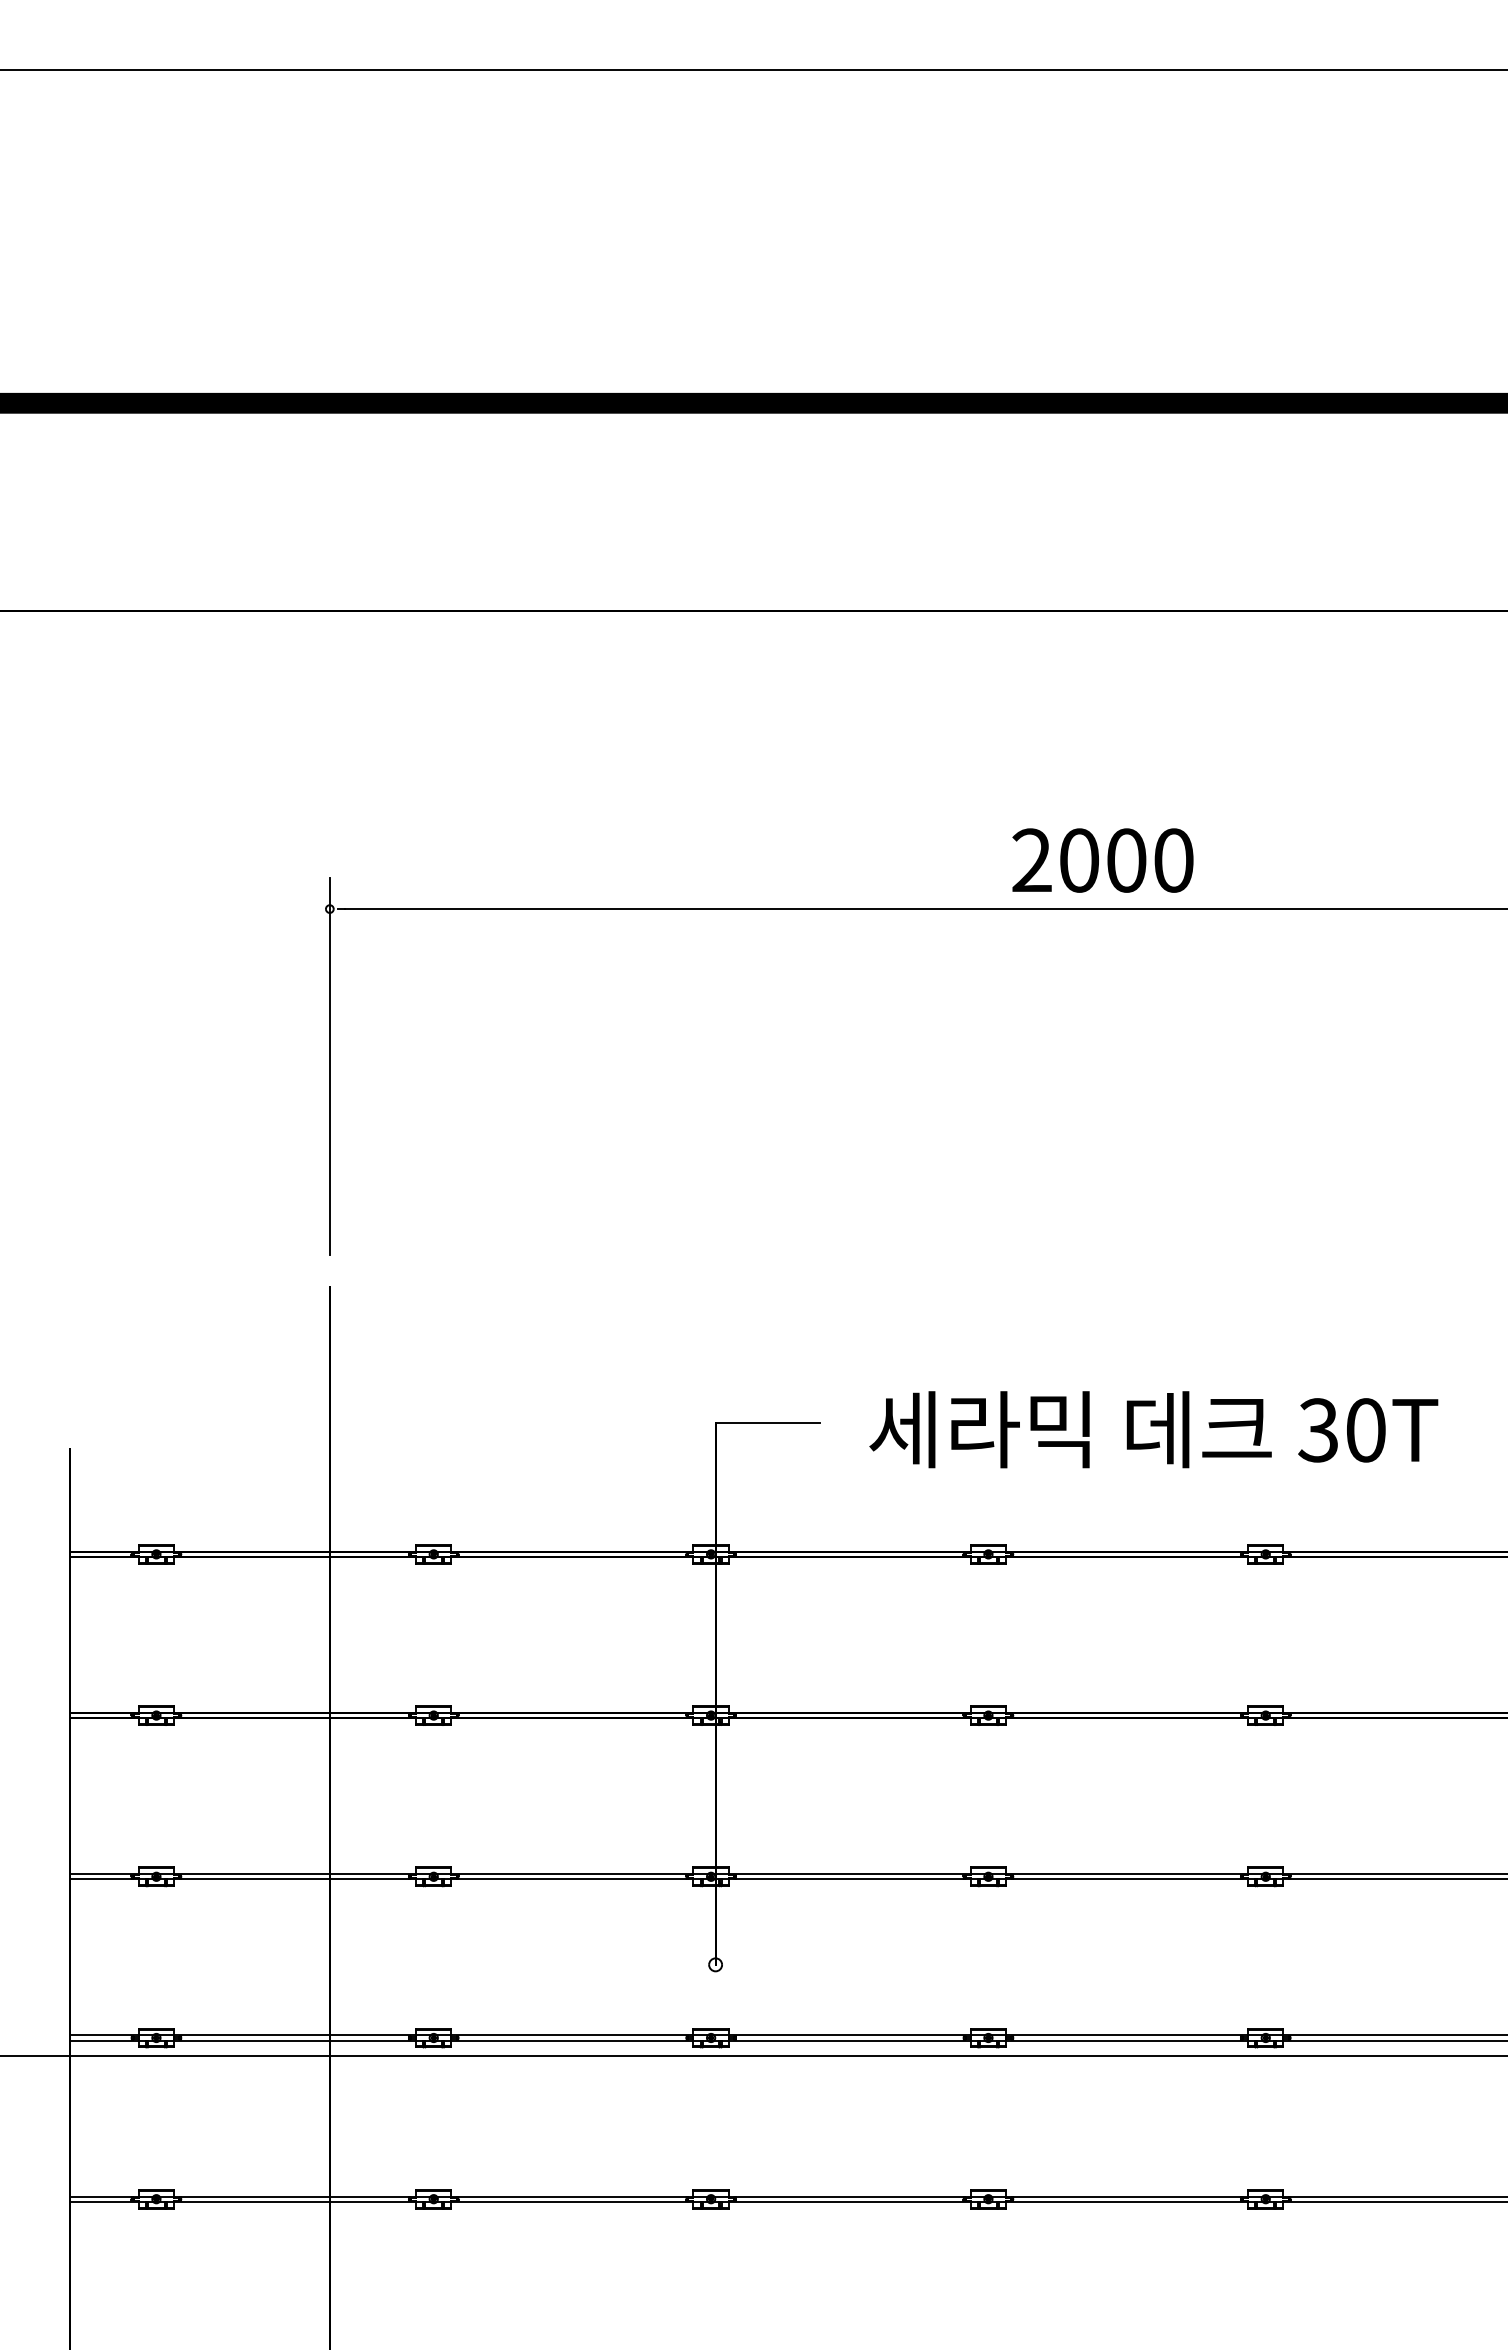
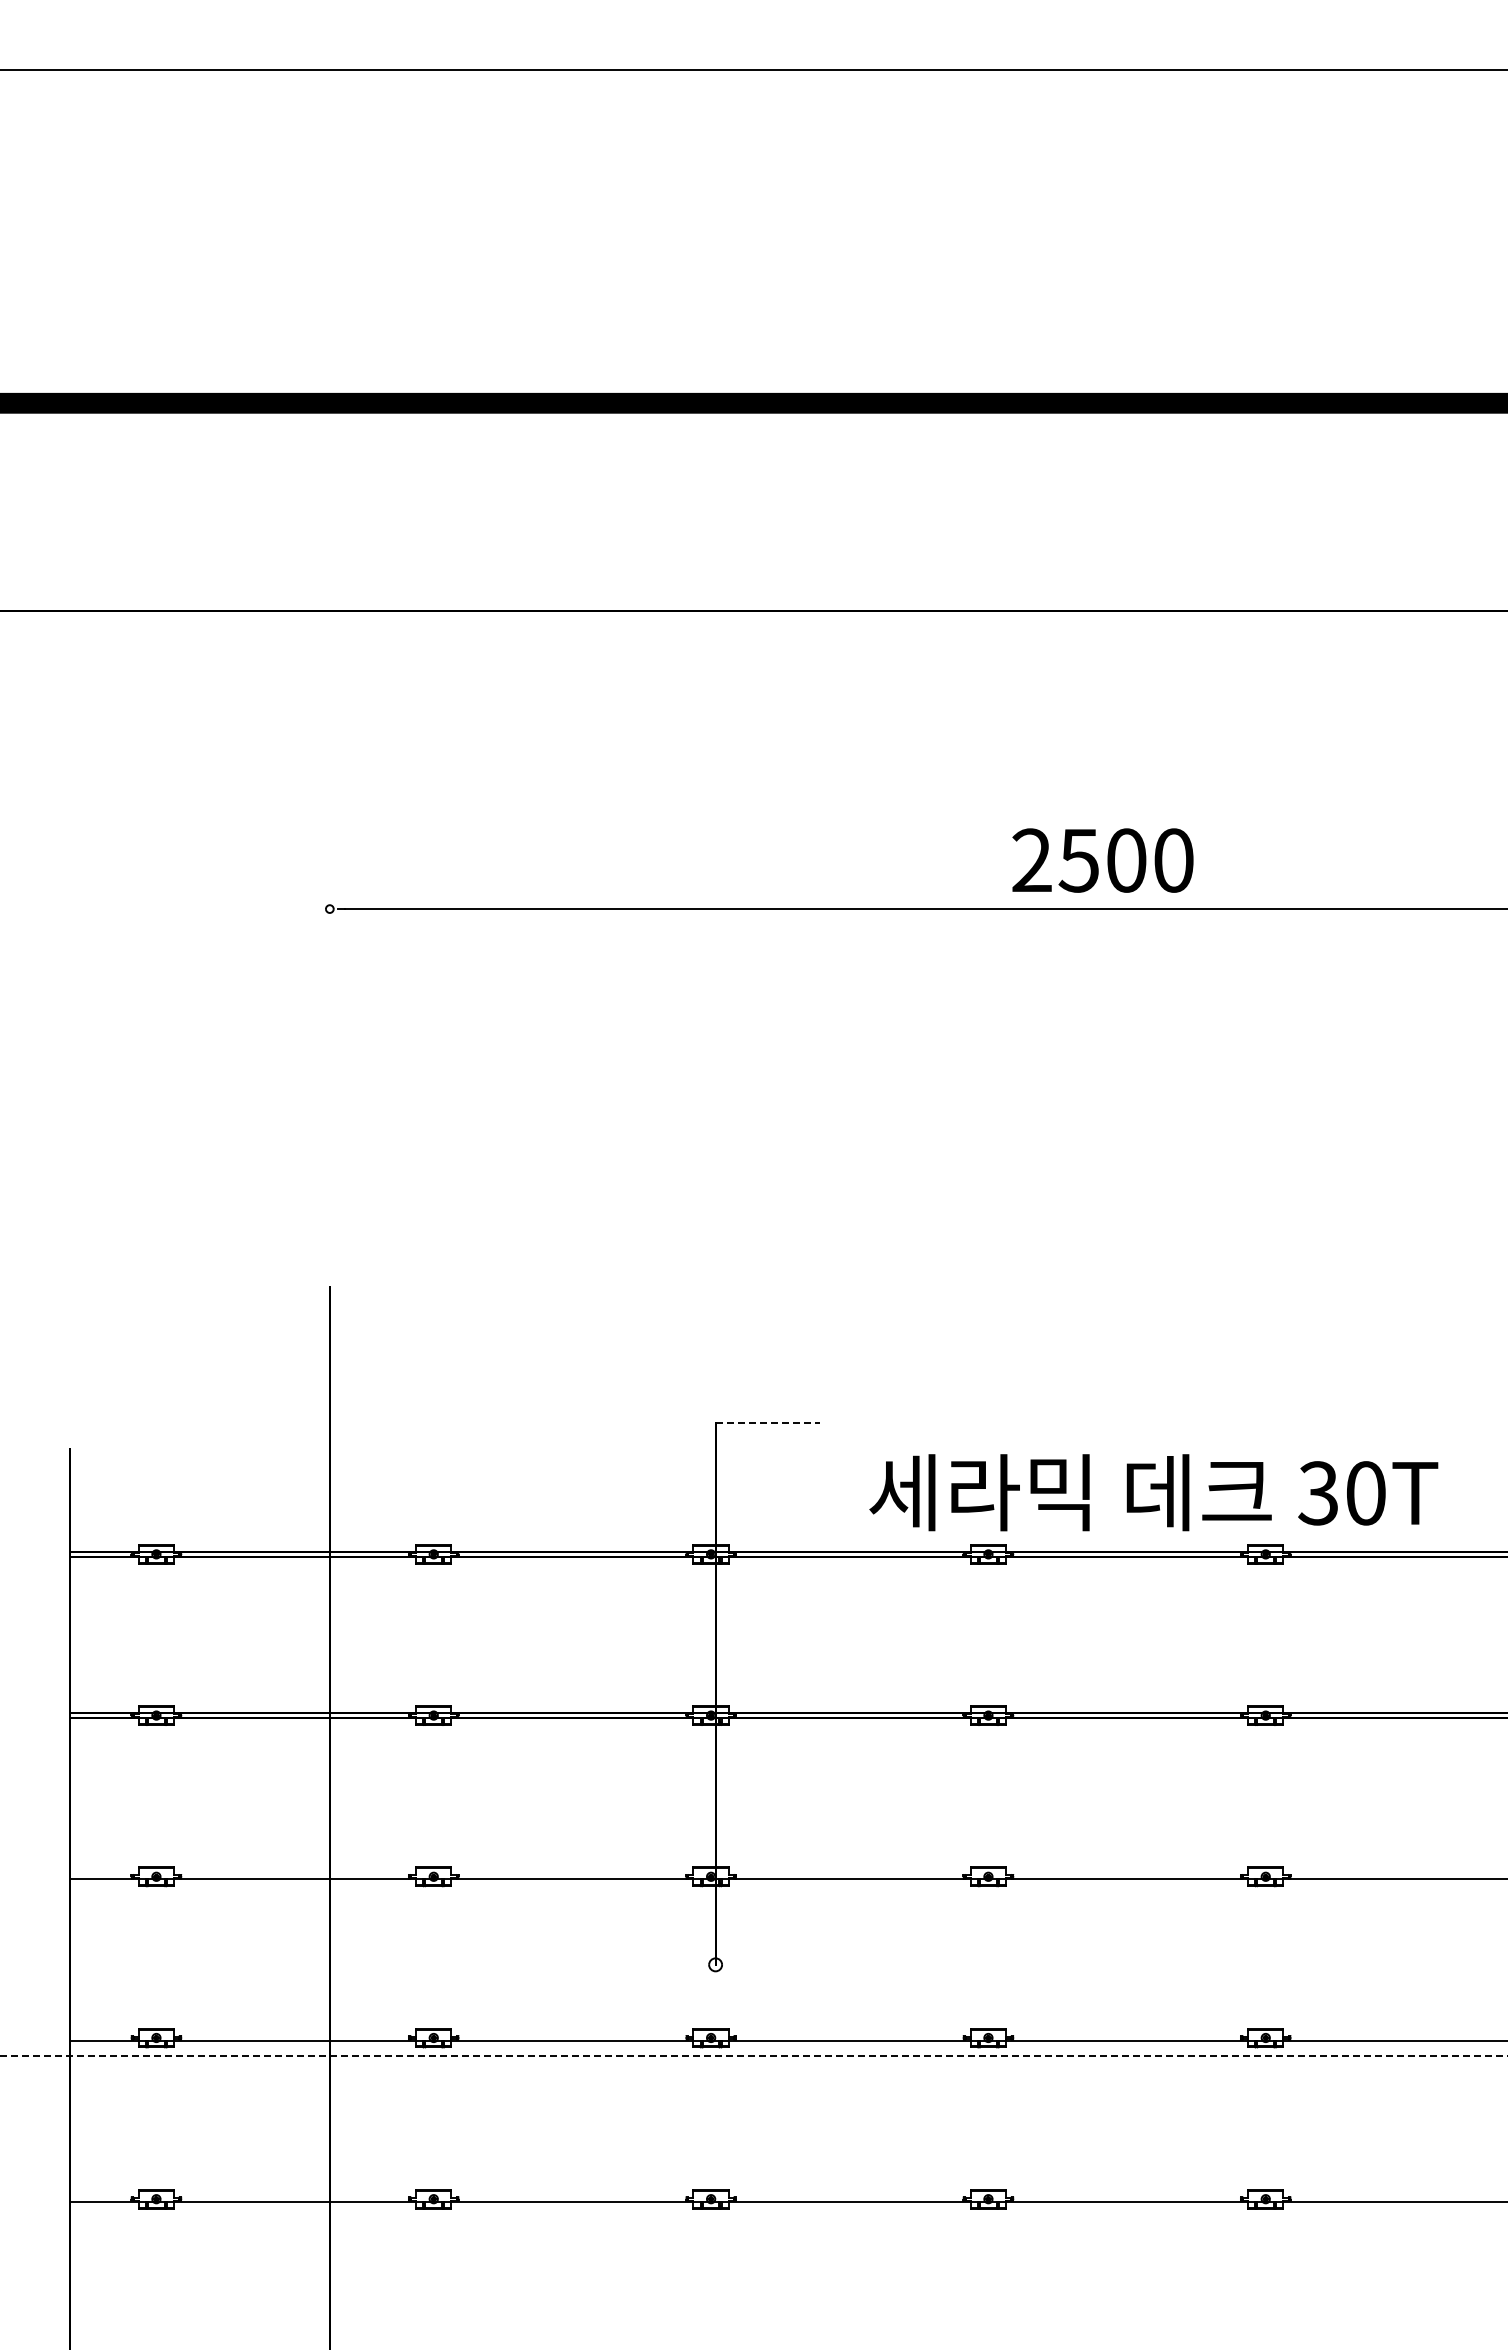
text at (1078, 860): 2000 -> 2500
line at (329, 1066): present -> none
line at (768, 1423): solid -> dashed
text at (1153, 1429) position: (1153, 1429) -> (1153, 1492)
line at (786, 1874): present -> none
line at (786, 2035): present -> none
line at (754, 2056): solid -> dashed
line at (786, 2196): present -> none
